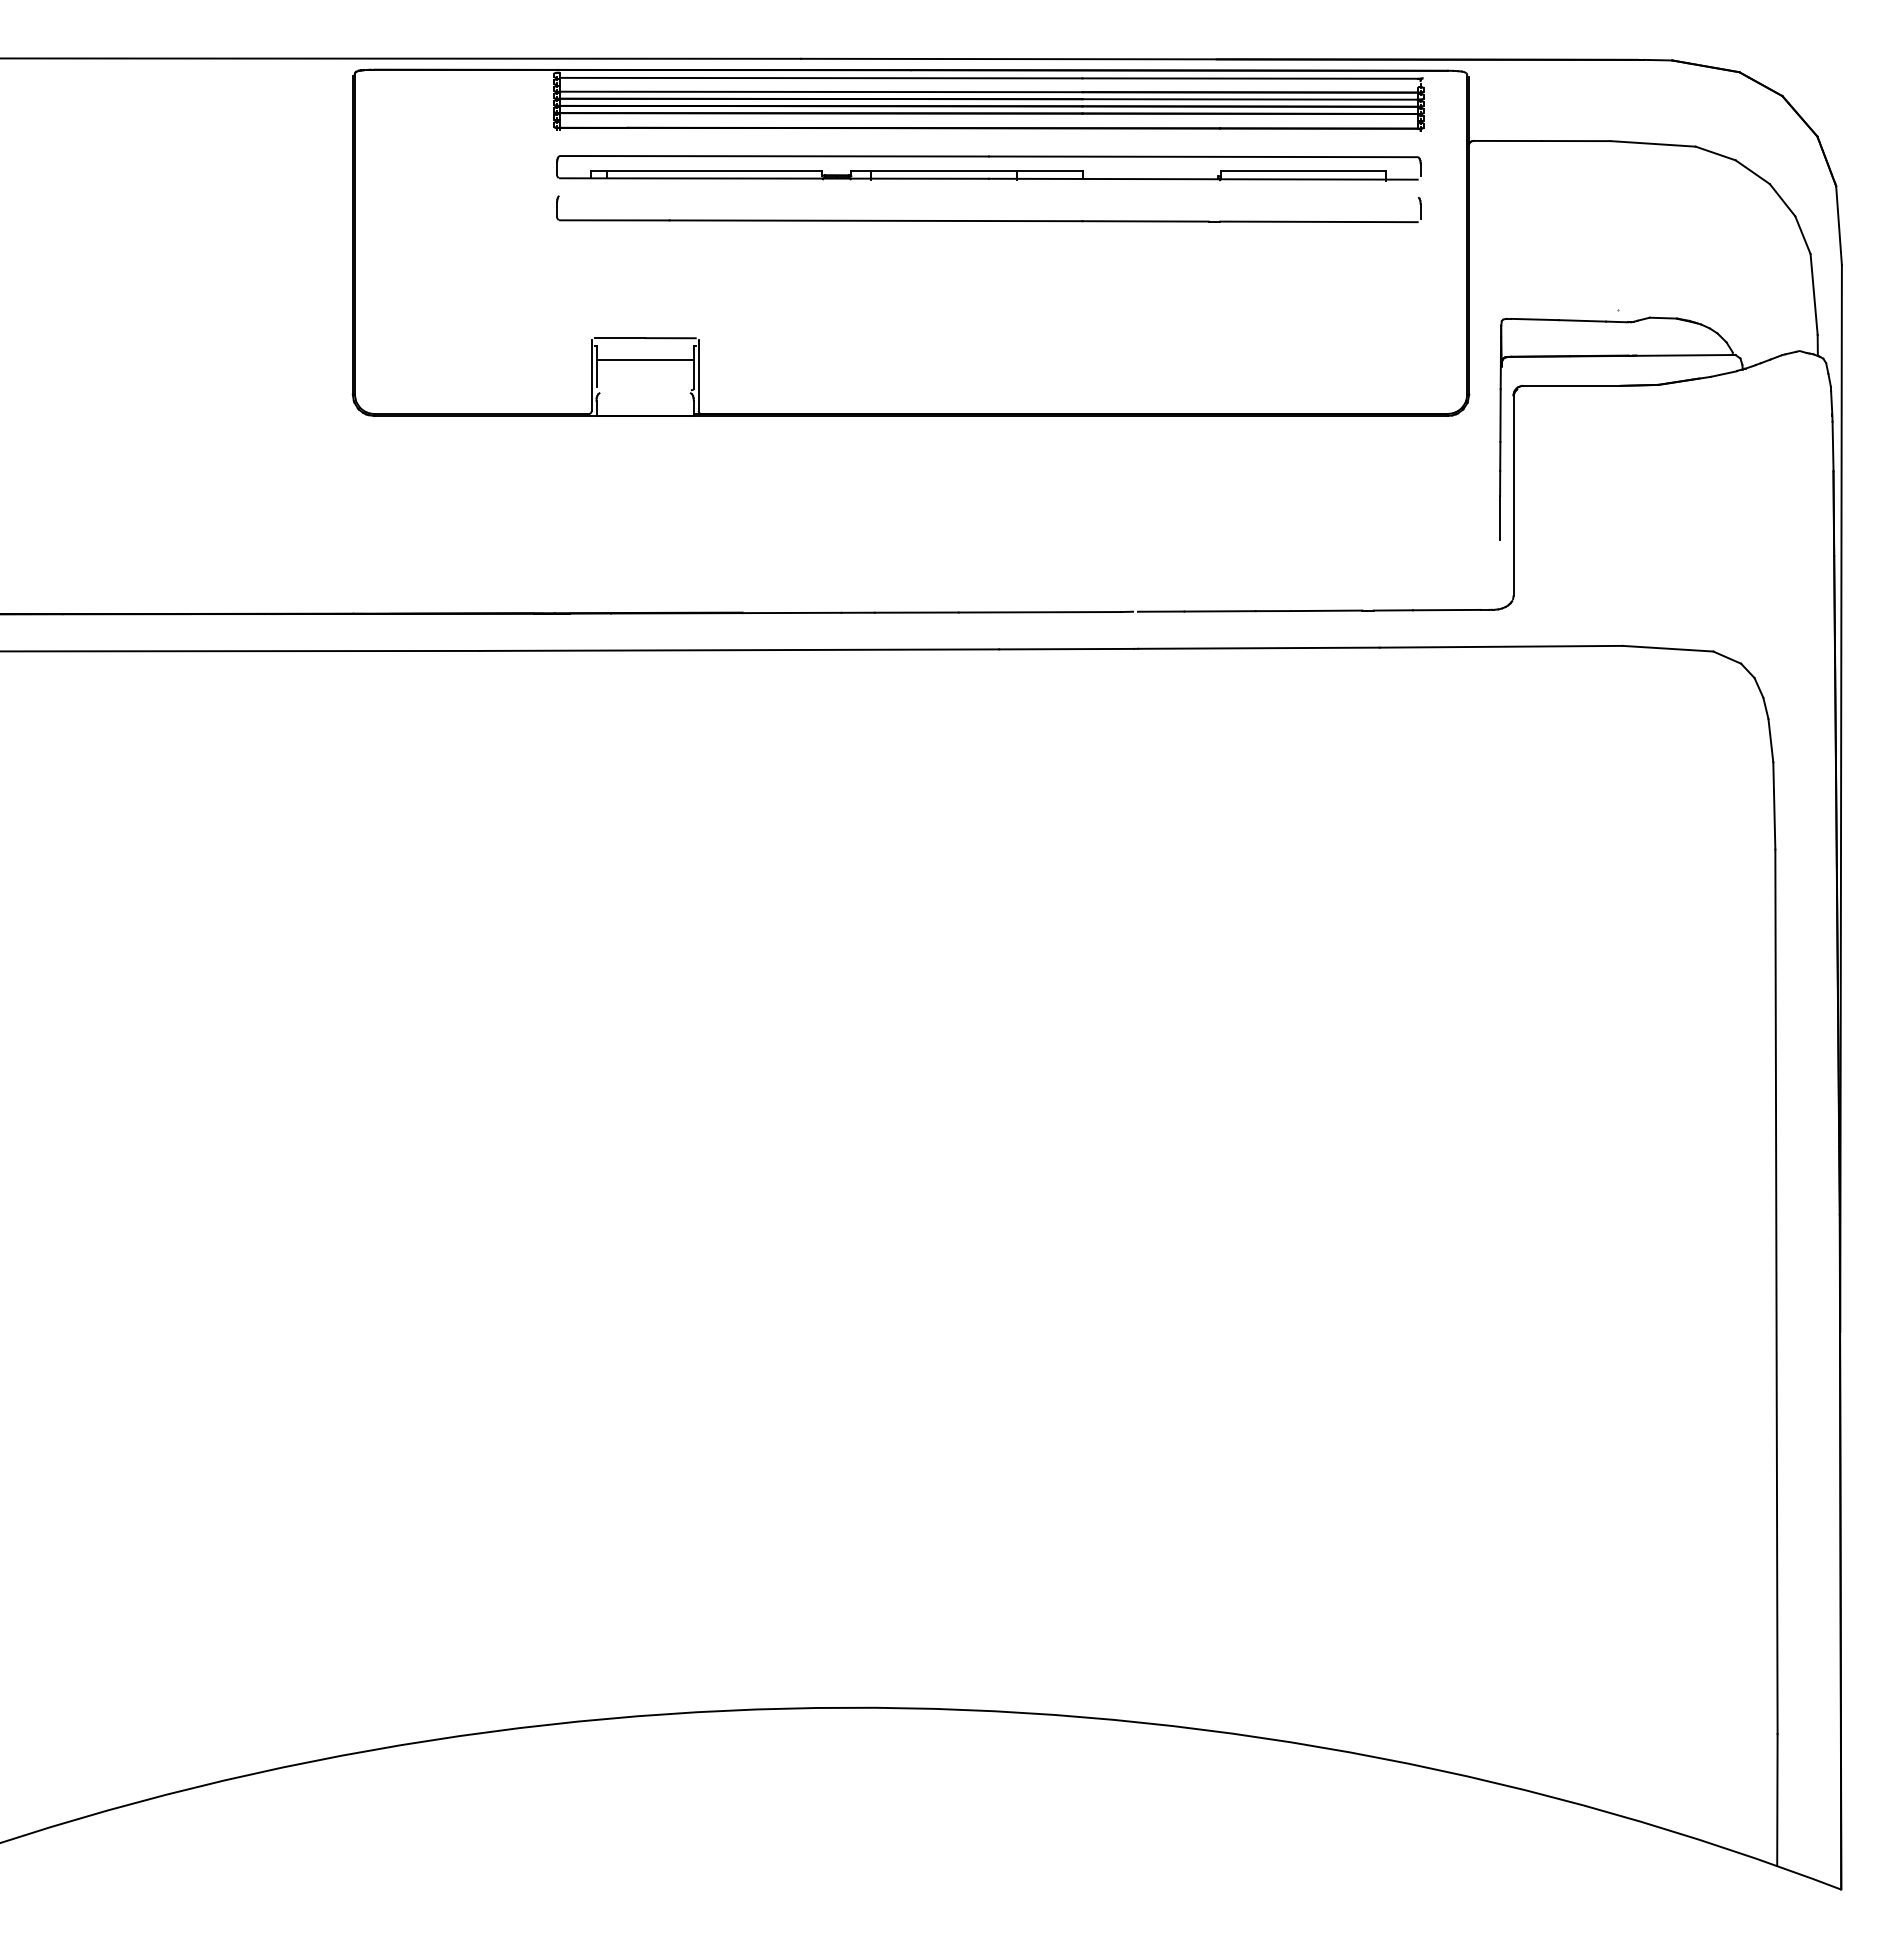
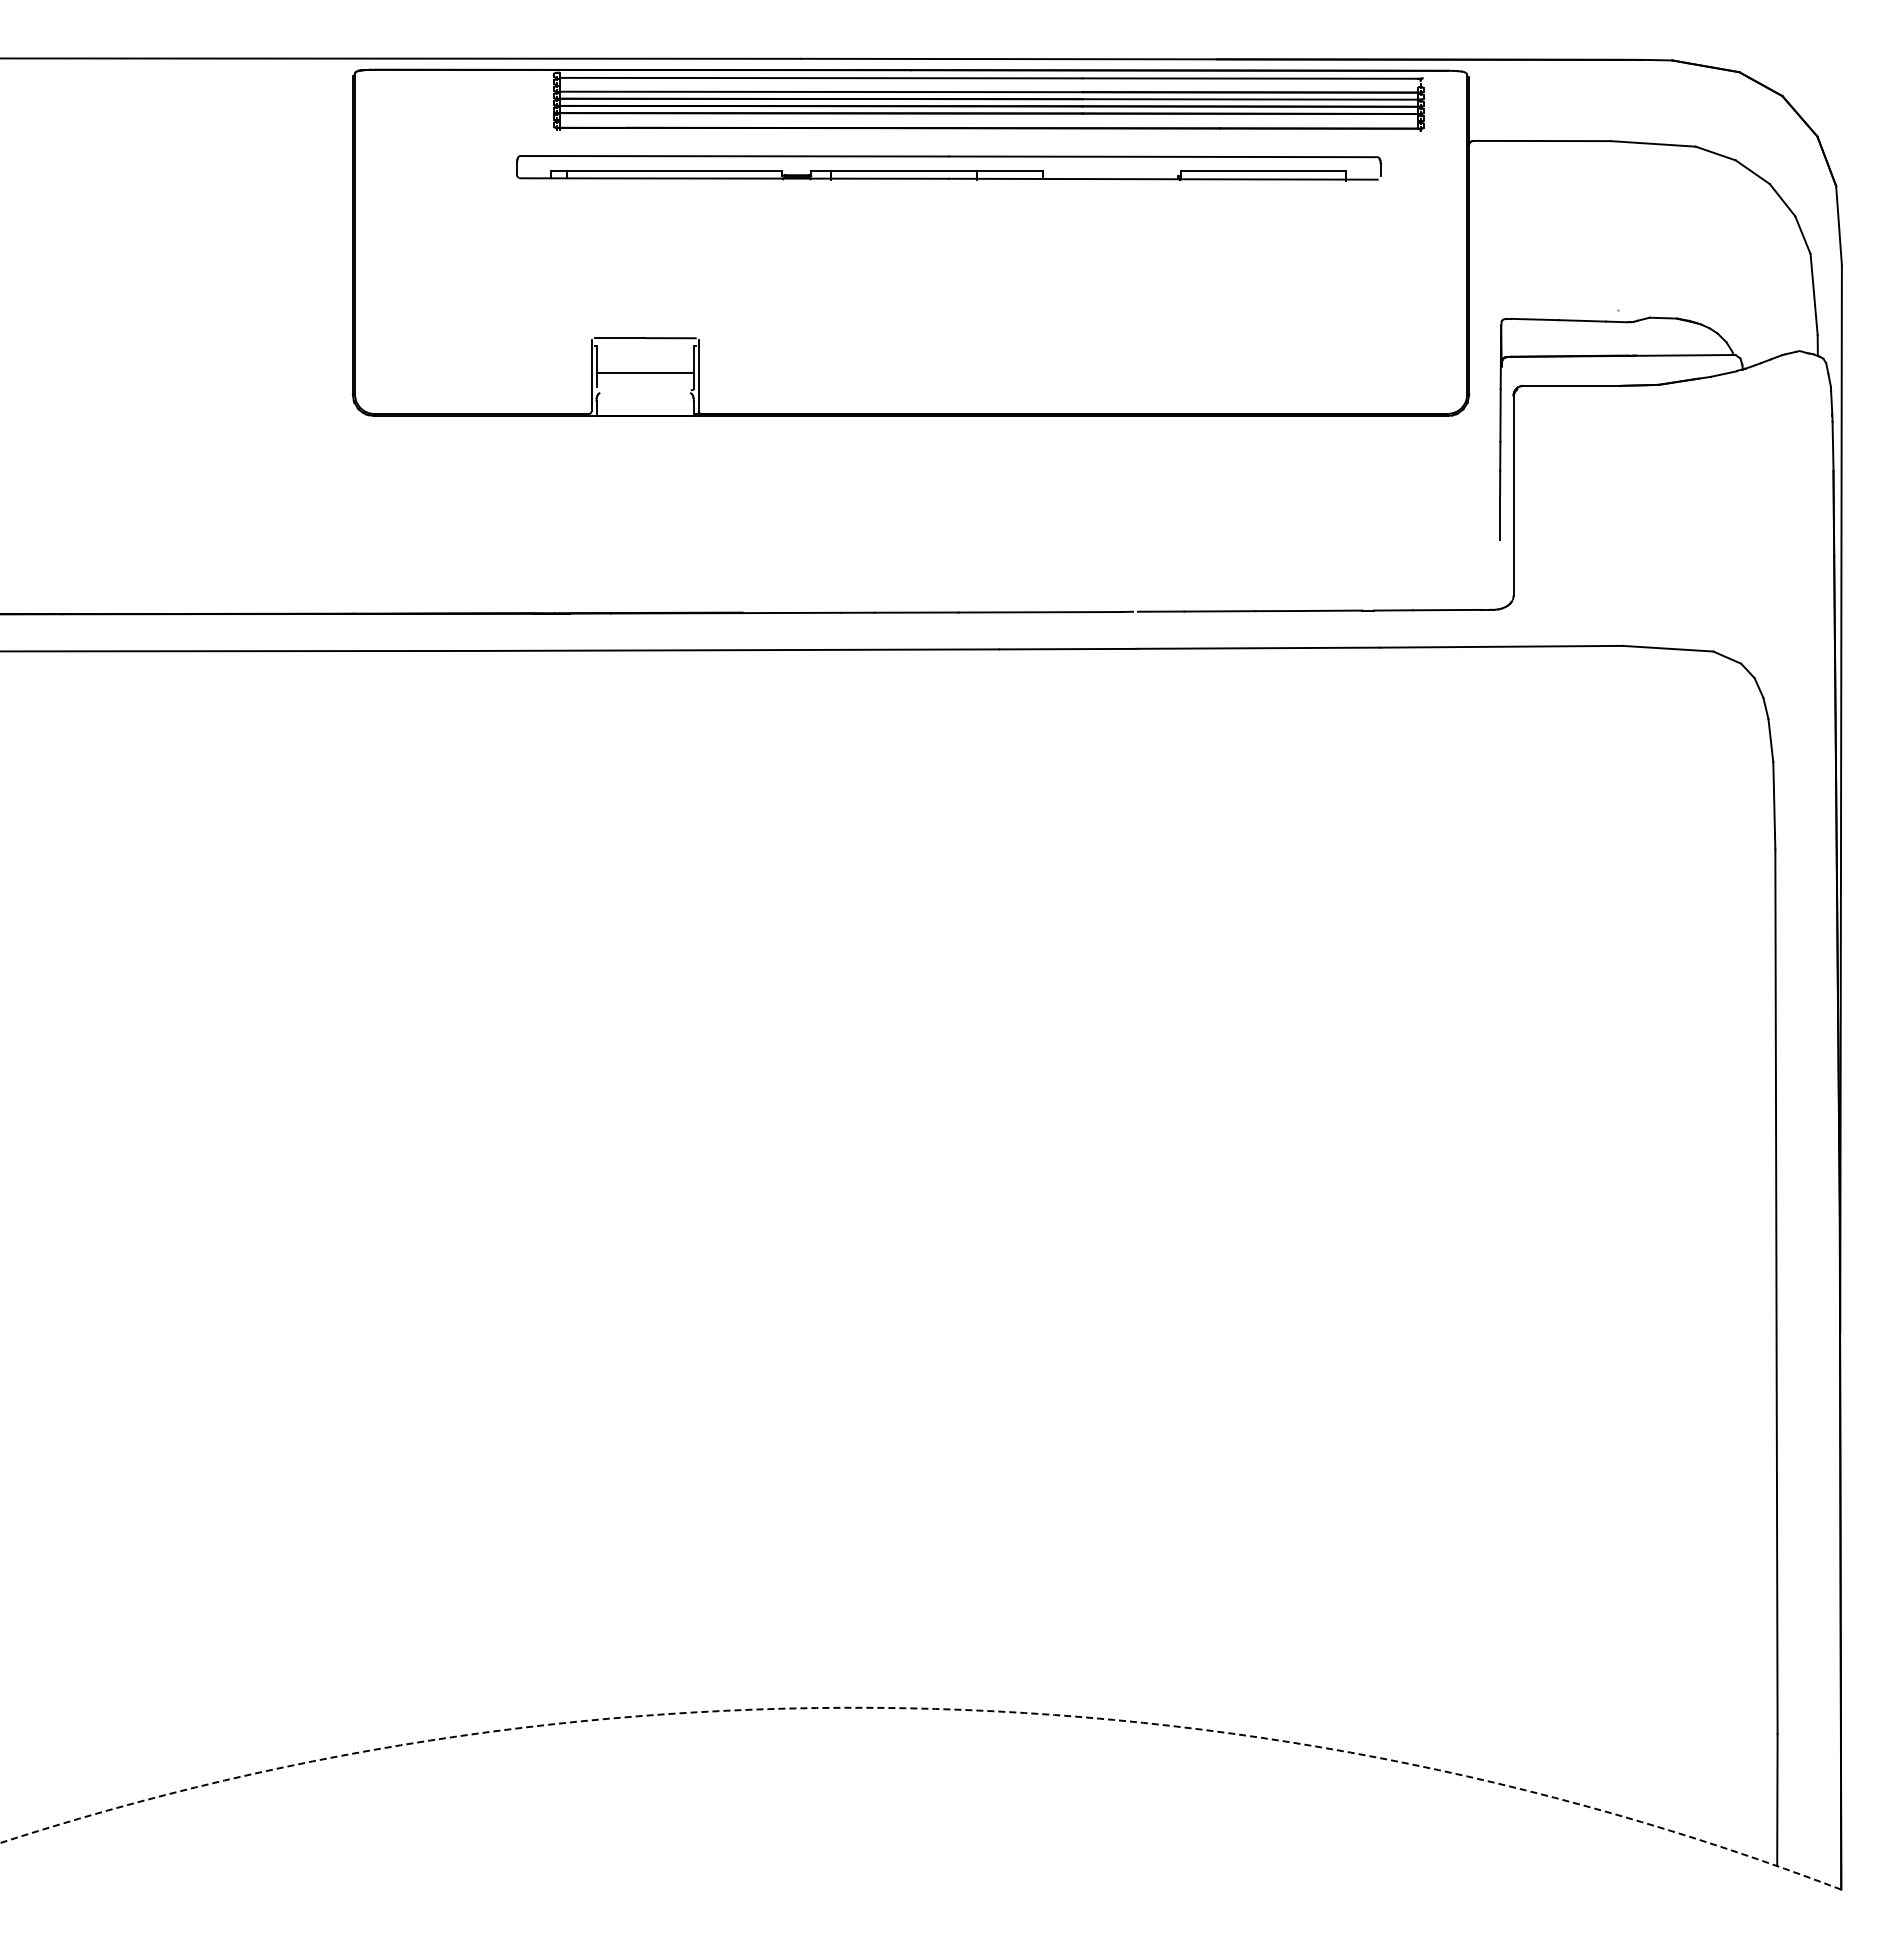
part at (988, 168) position: (988, 168) -> (948, 168)
part at (988, 220): present -> none
line at (645, 359) position: (645, 359) -> (645, 372)
arc at (924, 1708): solid -> dashed
